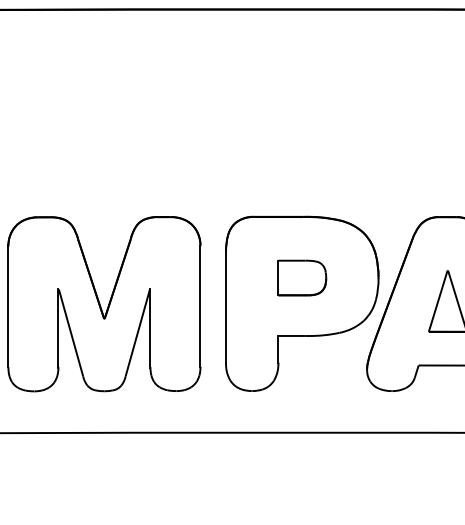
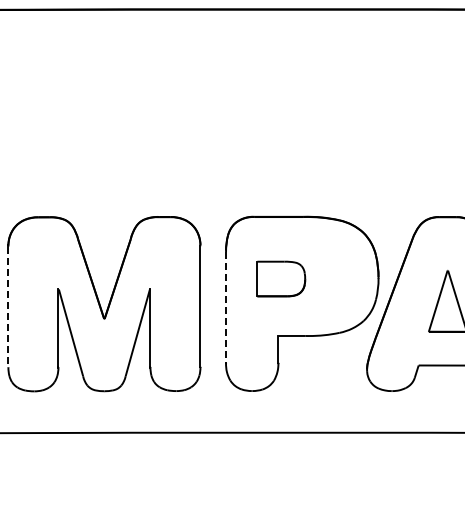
part at (302, 277) position: (302, 277) -> (281, 278)
line at (8, 307): solid -> dashed
line at (226, 308): solid -> dashed
